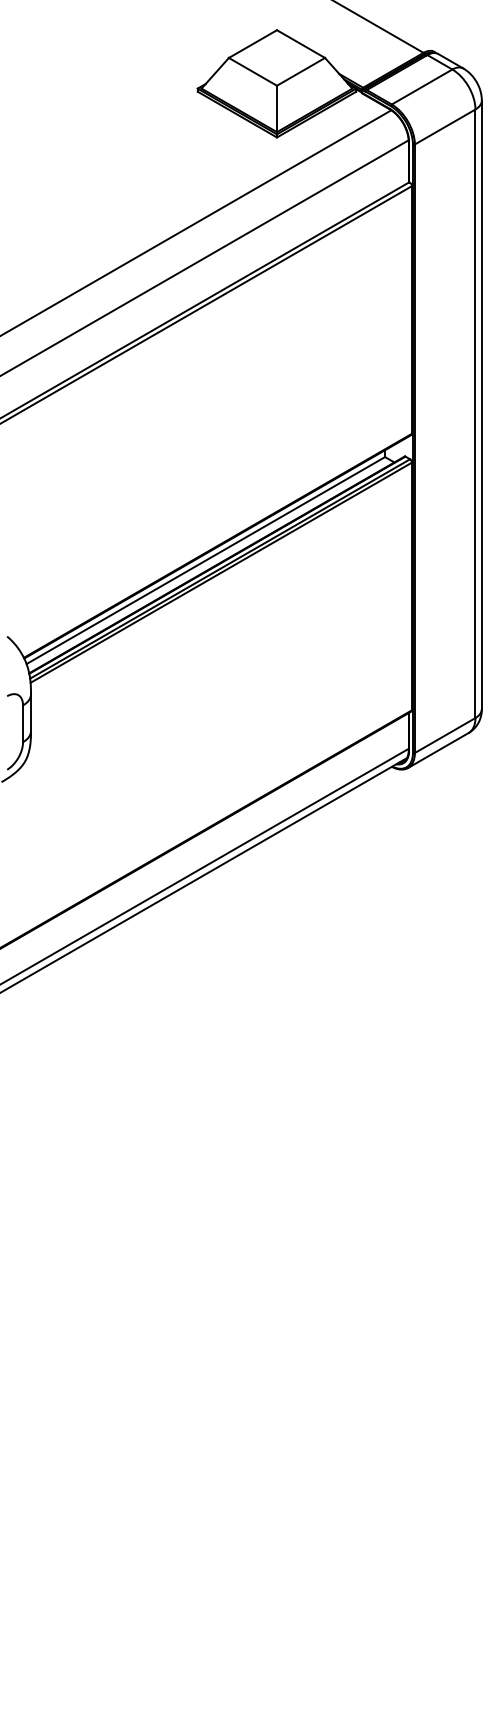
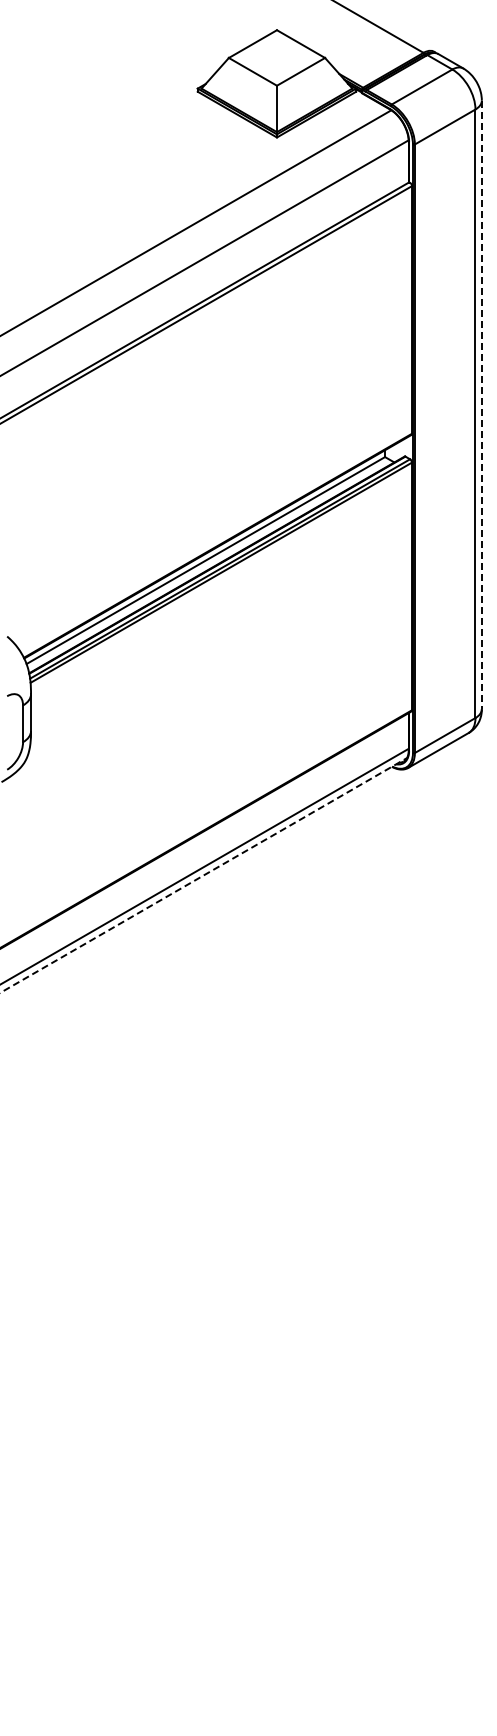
line at (481, 405): solid -> dashed
line at (203, 875): solid -> dashed
